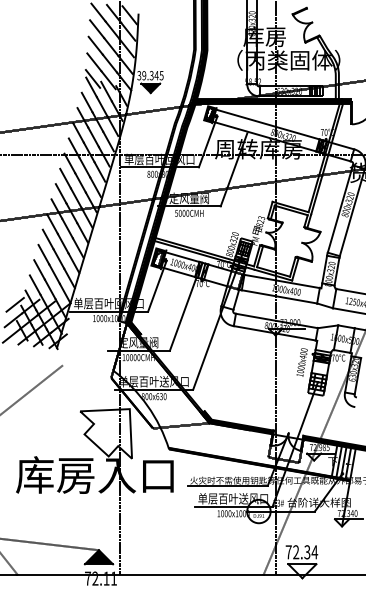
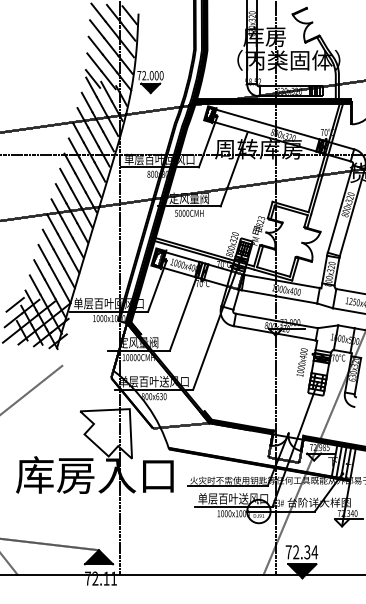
text at (150, 75): 39.345 -> 72.000
fill at (302, 571): none -> present
